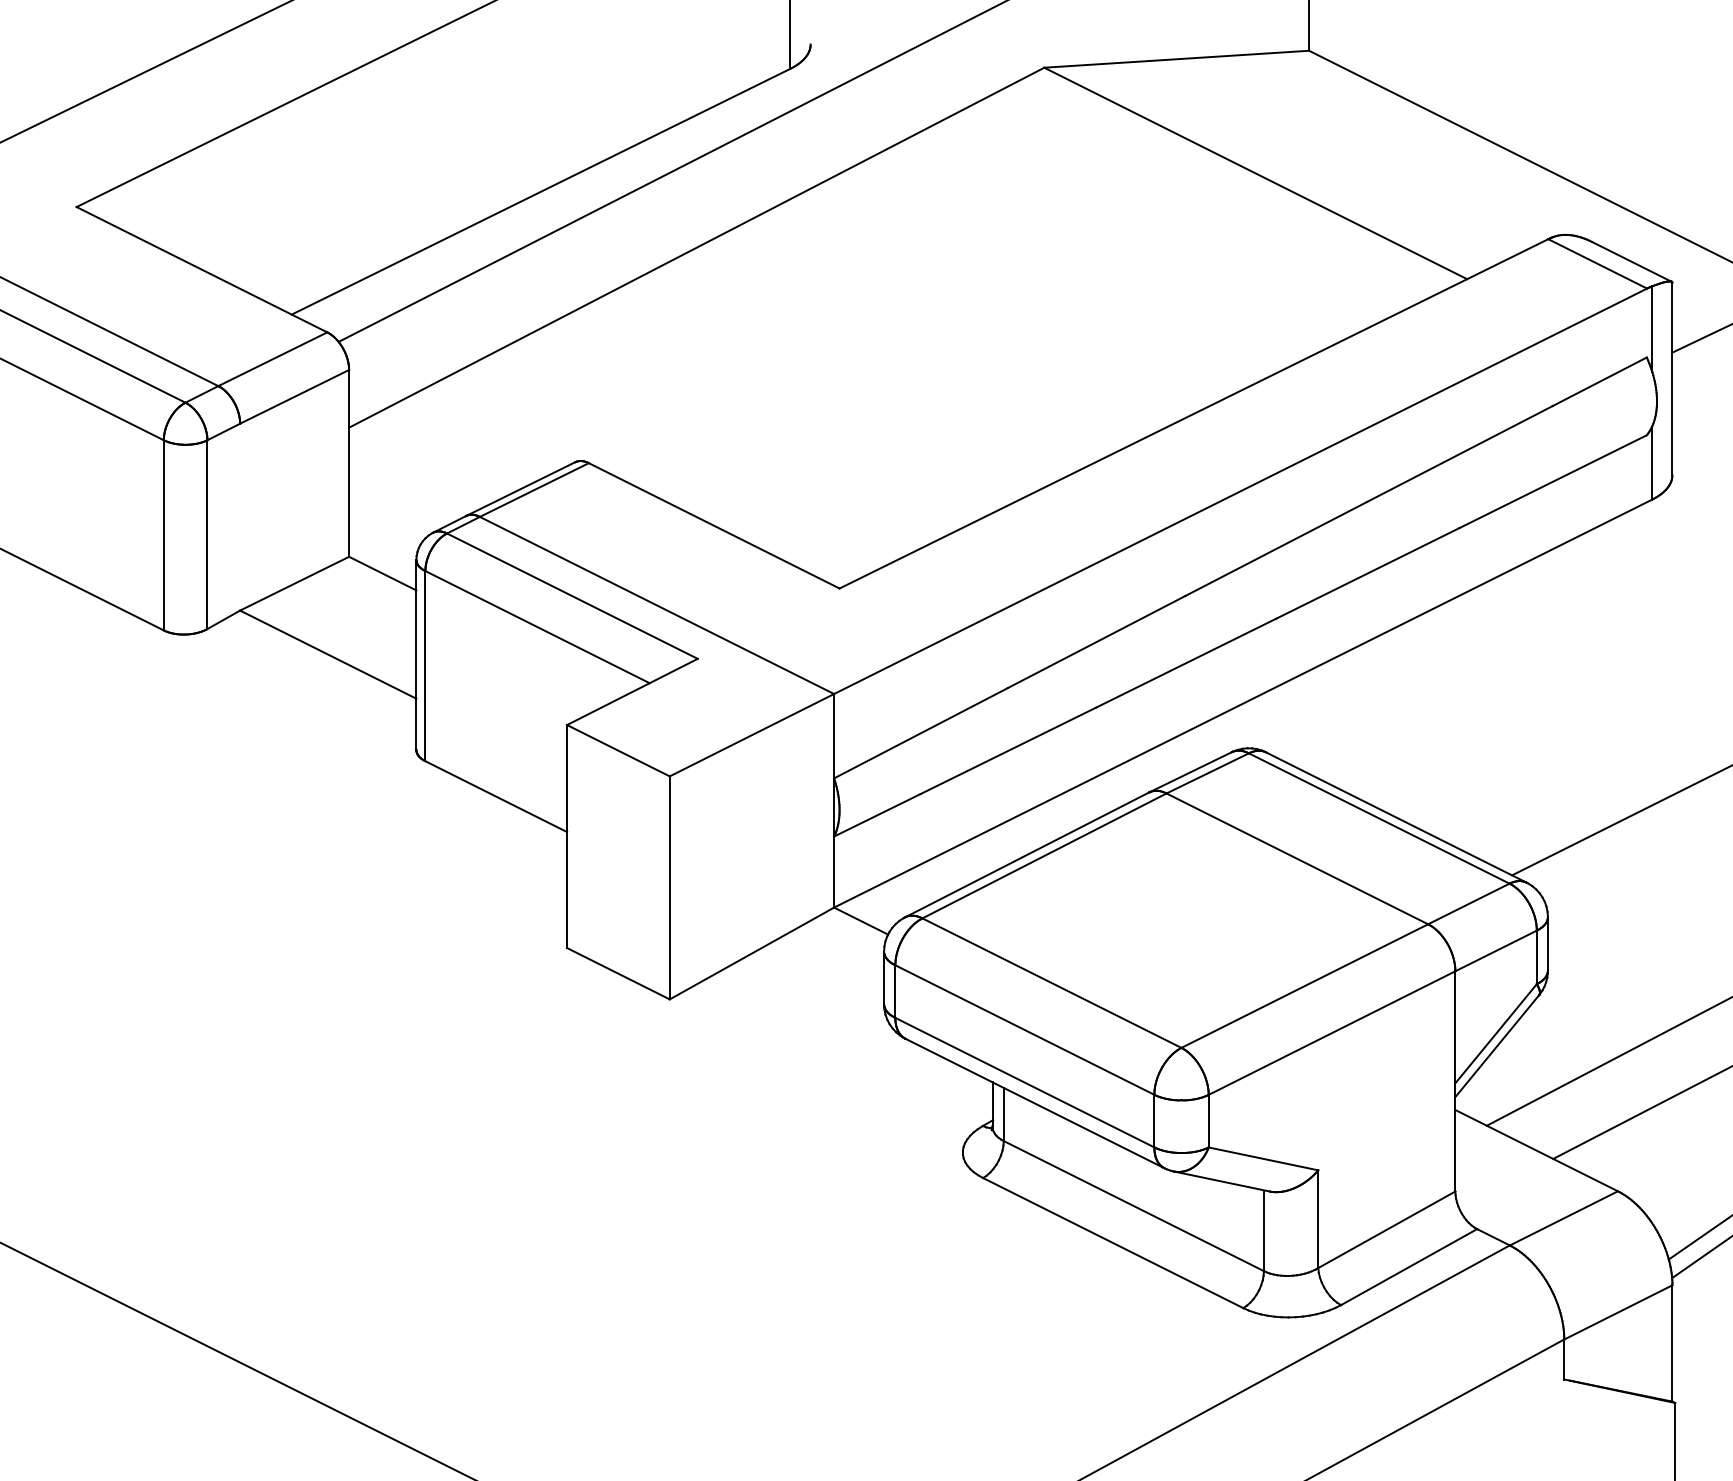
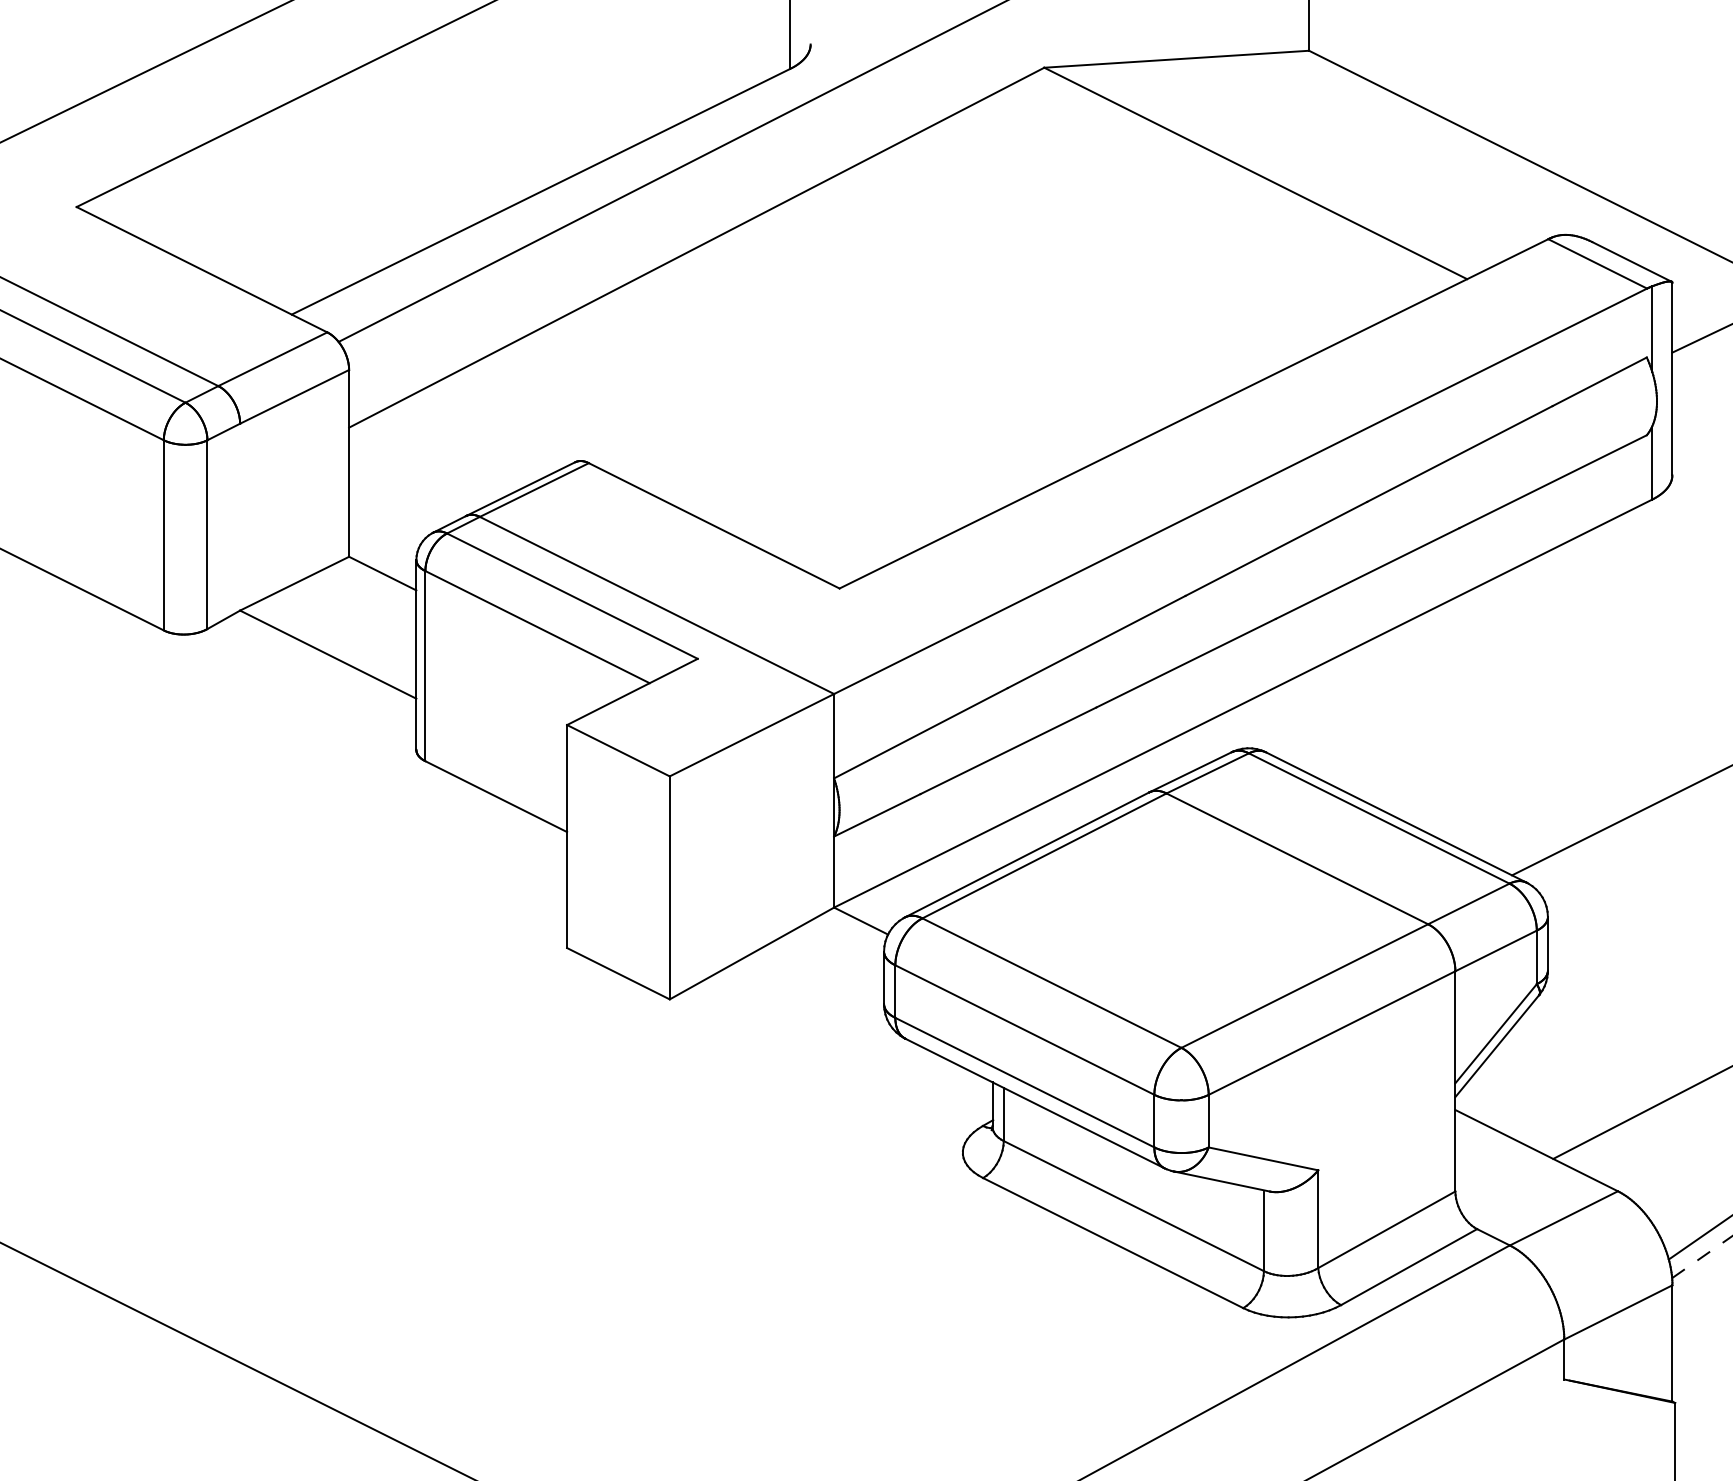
line at (1607, 1061): present -> none
line at (1702, 1256): solid -> dashed
